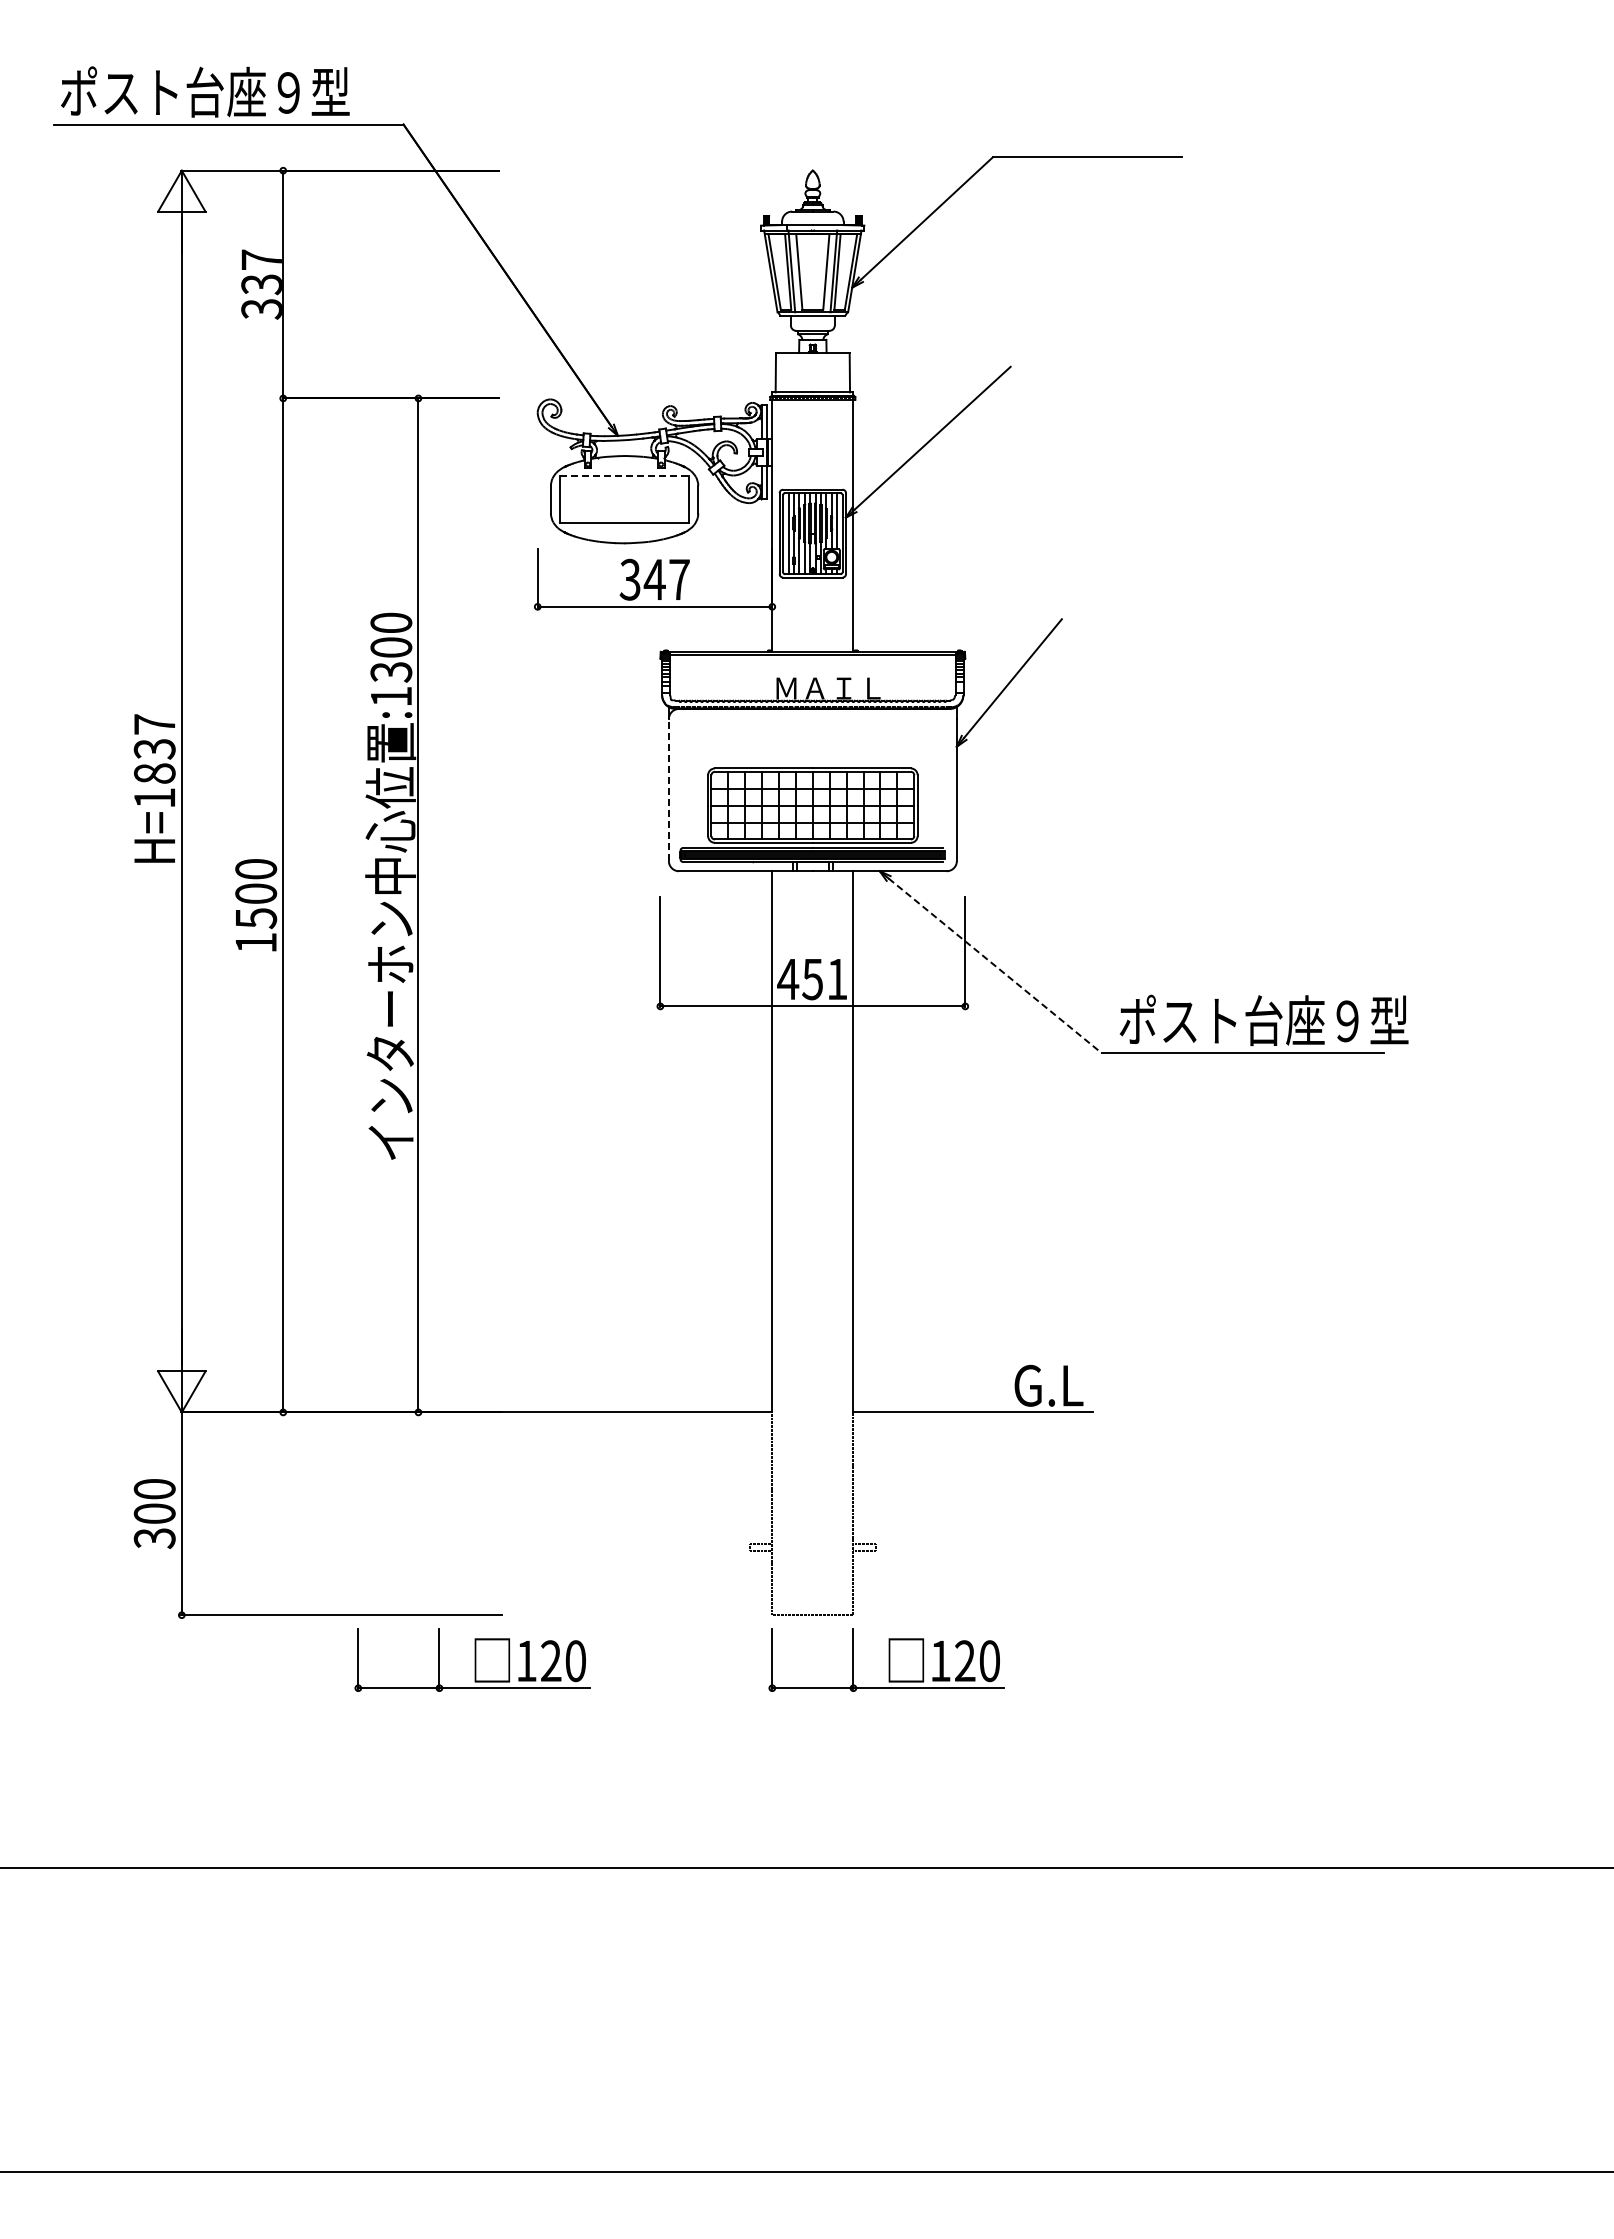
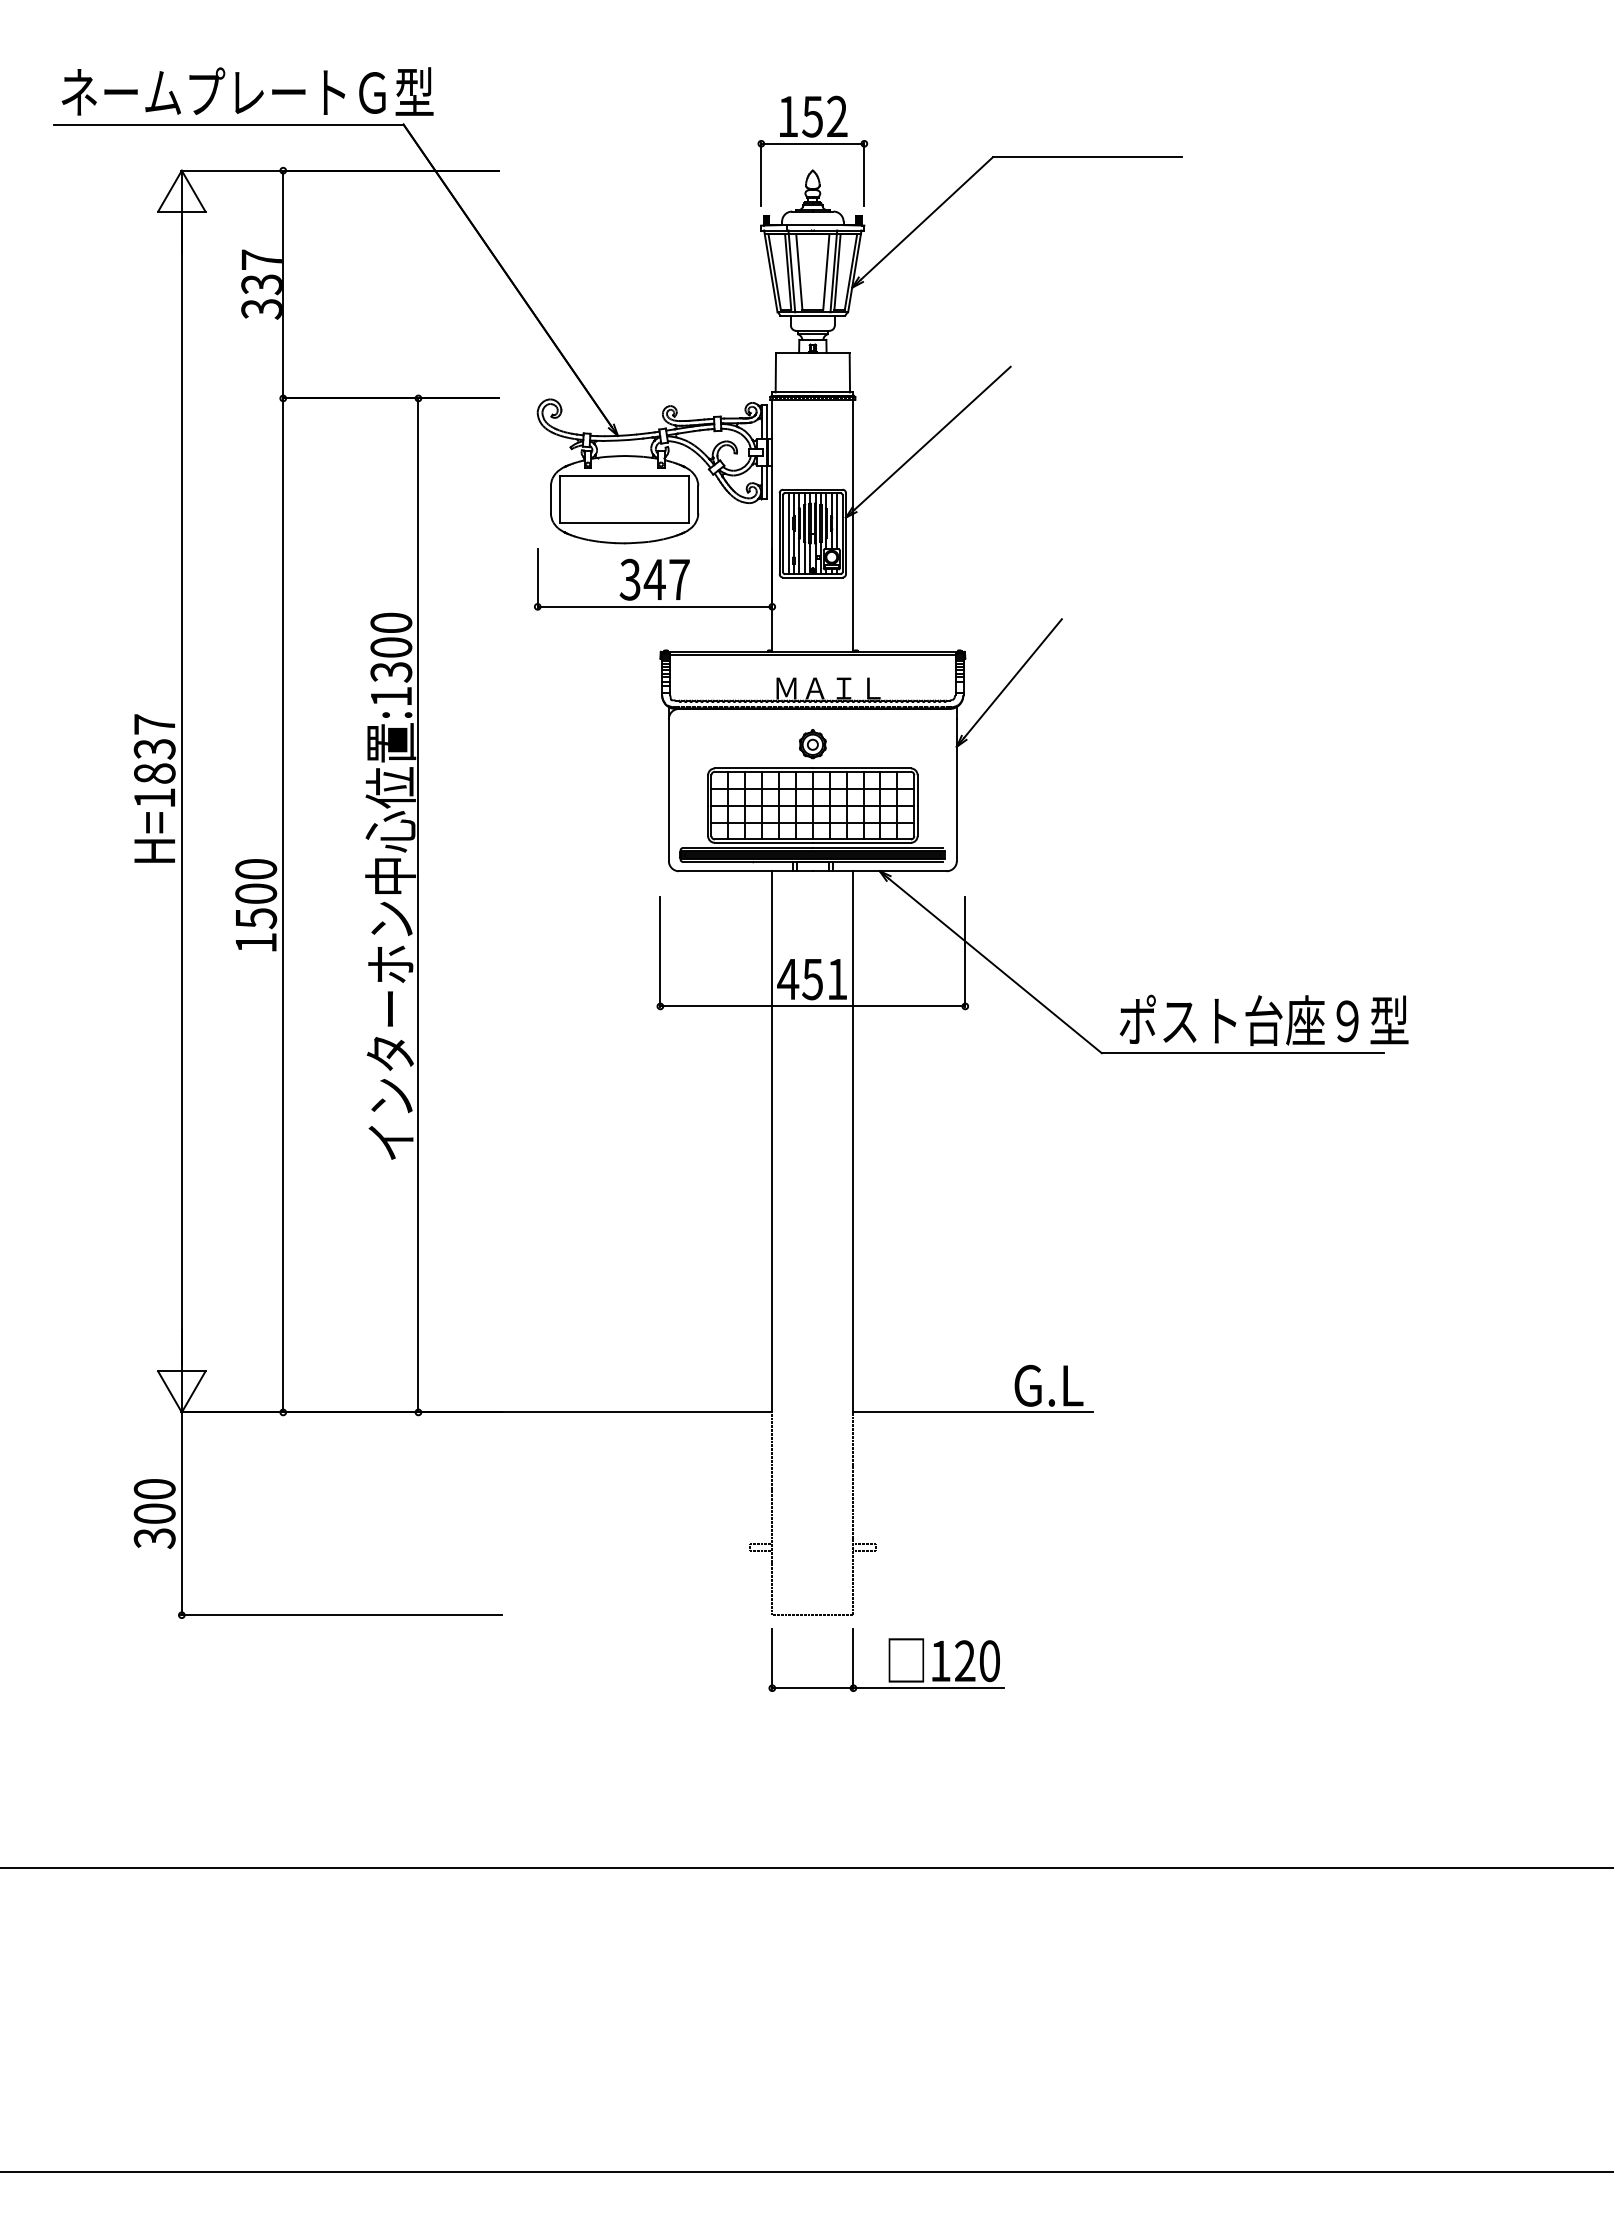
text at (247, 91): ポスト台座９型 -> ネームプレートＧ型
part at (812, 150): none -> present
line at (625, 475): dashed -> solid
part at (812, 744): none -> present
line at (668, 790): dashed -> solid
line at (995, 965): dashed -> solid
part at (472, 1659): present -> none
